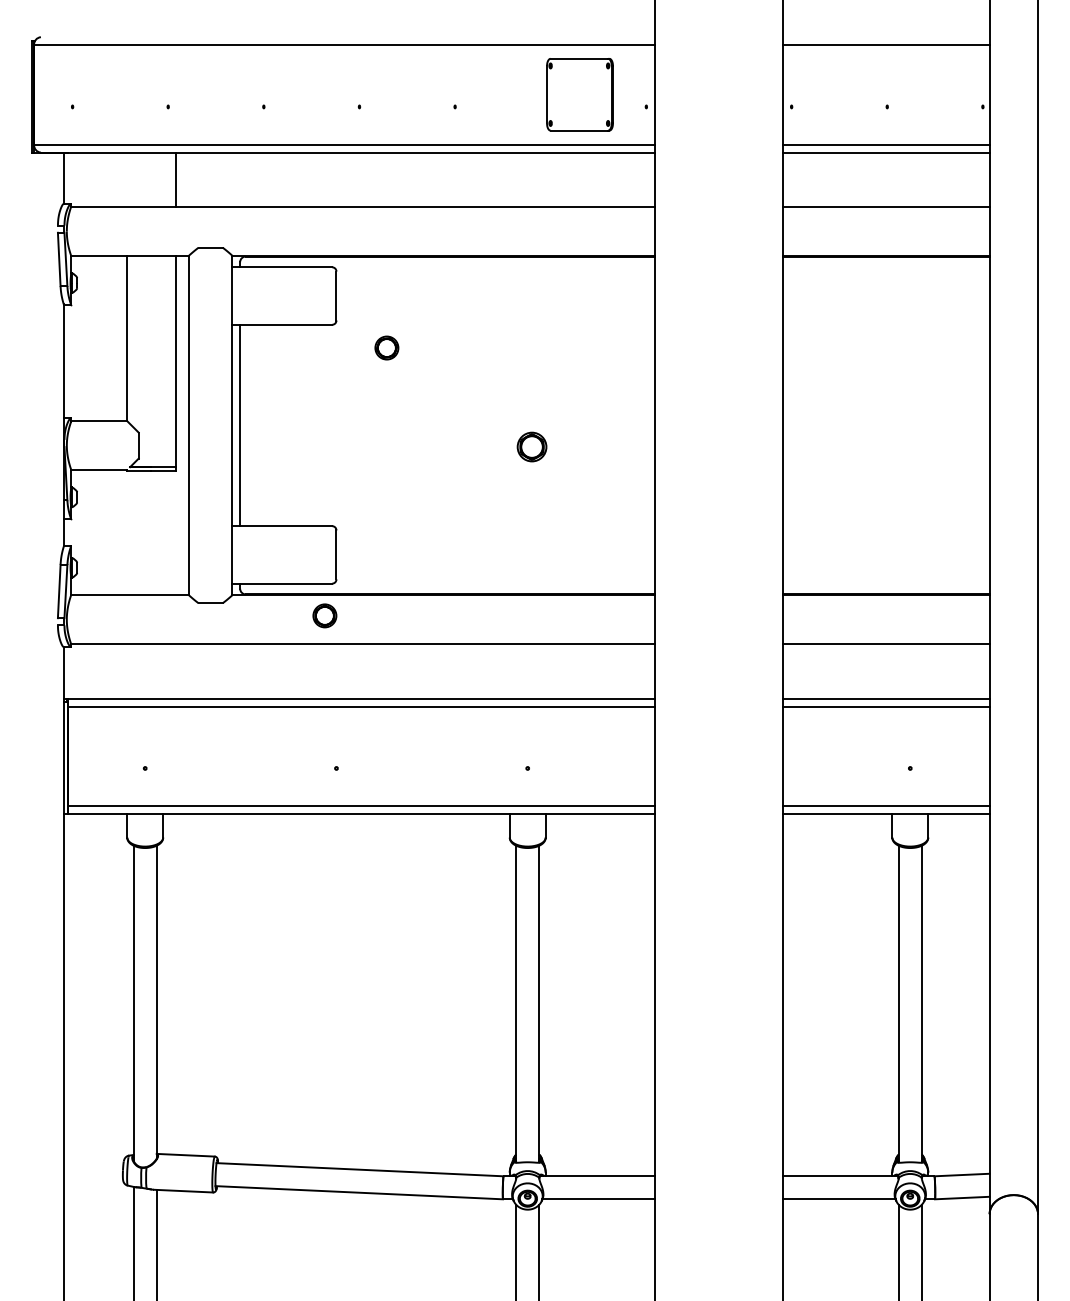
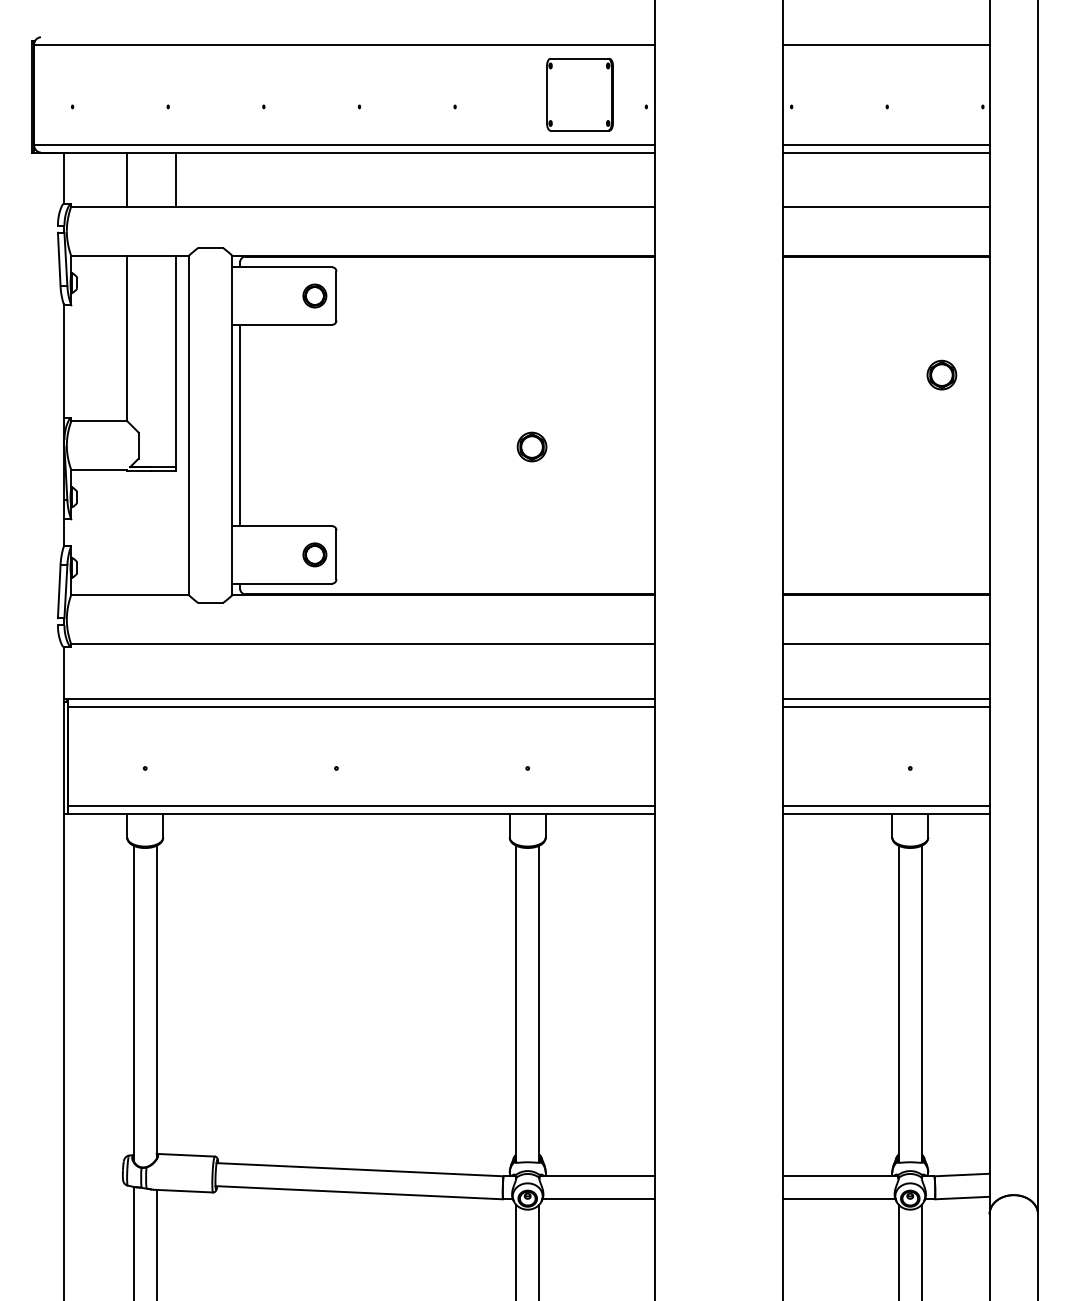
line at (127, 179): none -> present
part at (386, 347) position: (386, 347) -> (314, 295)
part at (941, 374): none -> present
part at (324, 615) position: (324, 615) -> (314, 554)
